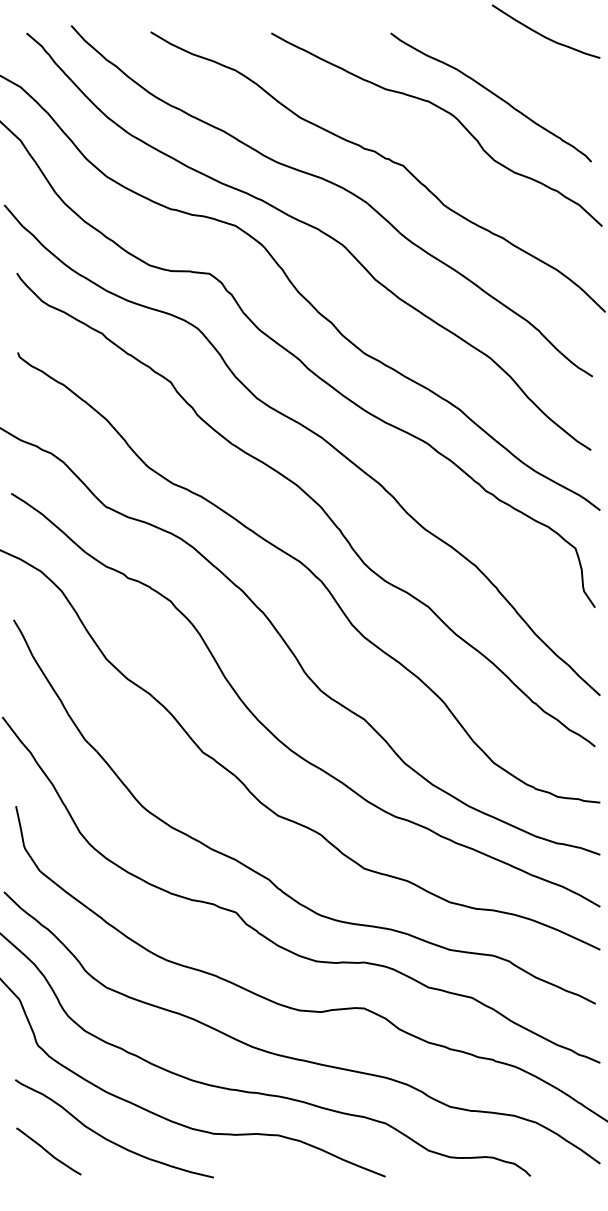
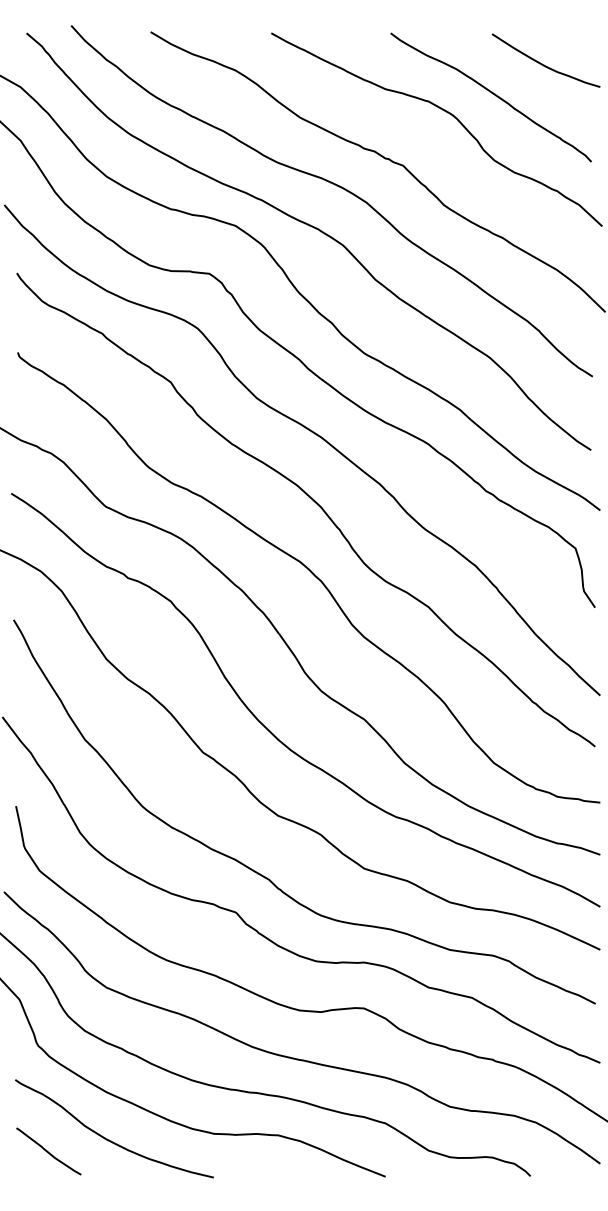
curve at (544, 35) position: (544, 35) -> (544, 64)
